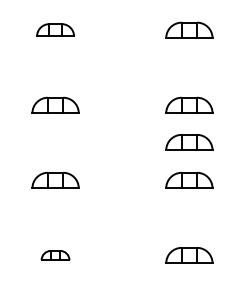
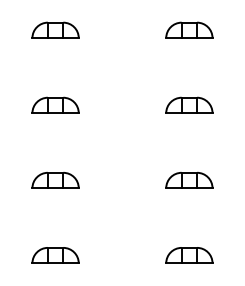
part at (55, 29) size: 39x14 px -> 49x18 px
part at (189, 142): present -> none
part at (55, 255) size: 31x11 px -> 49x17 px
